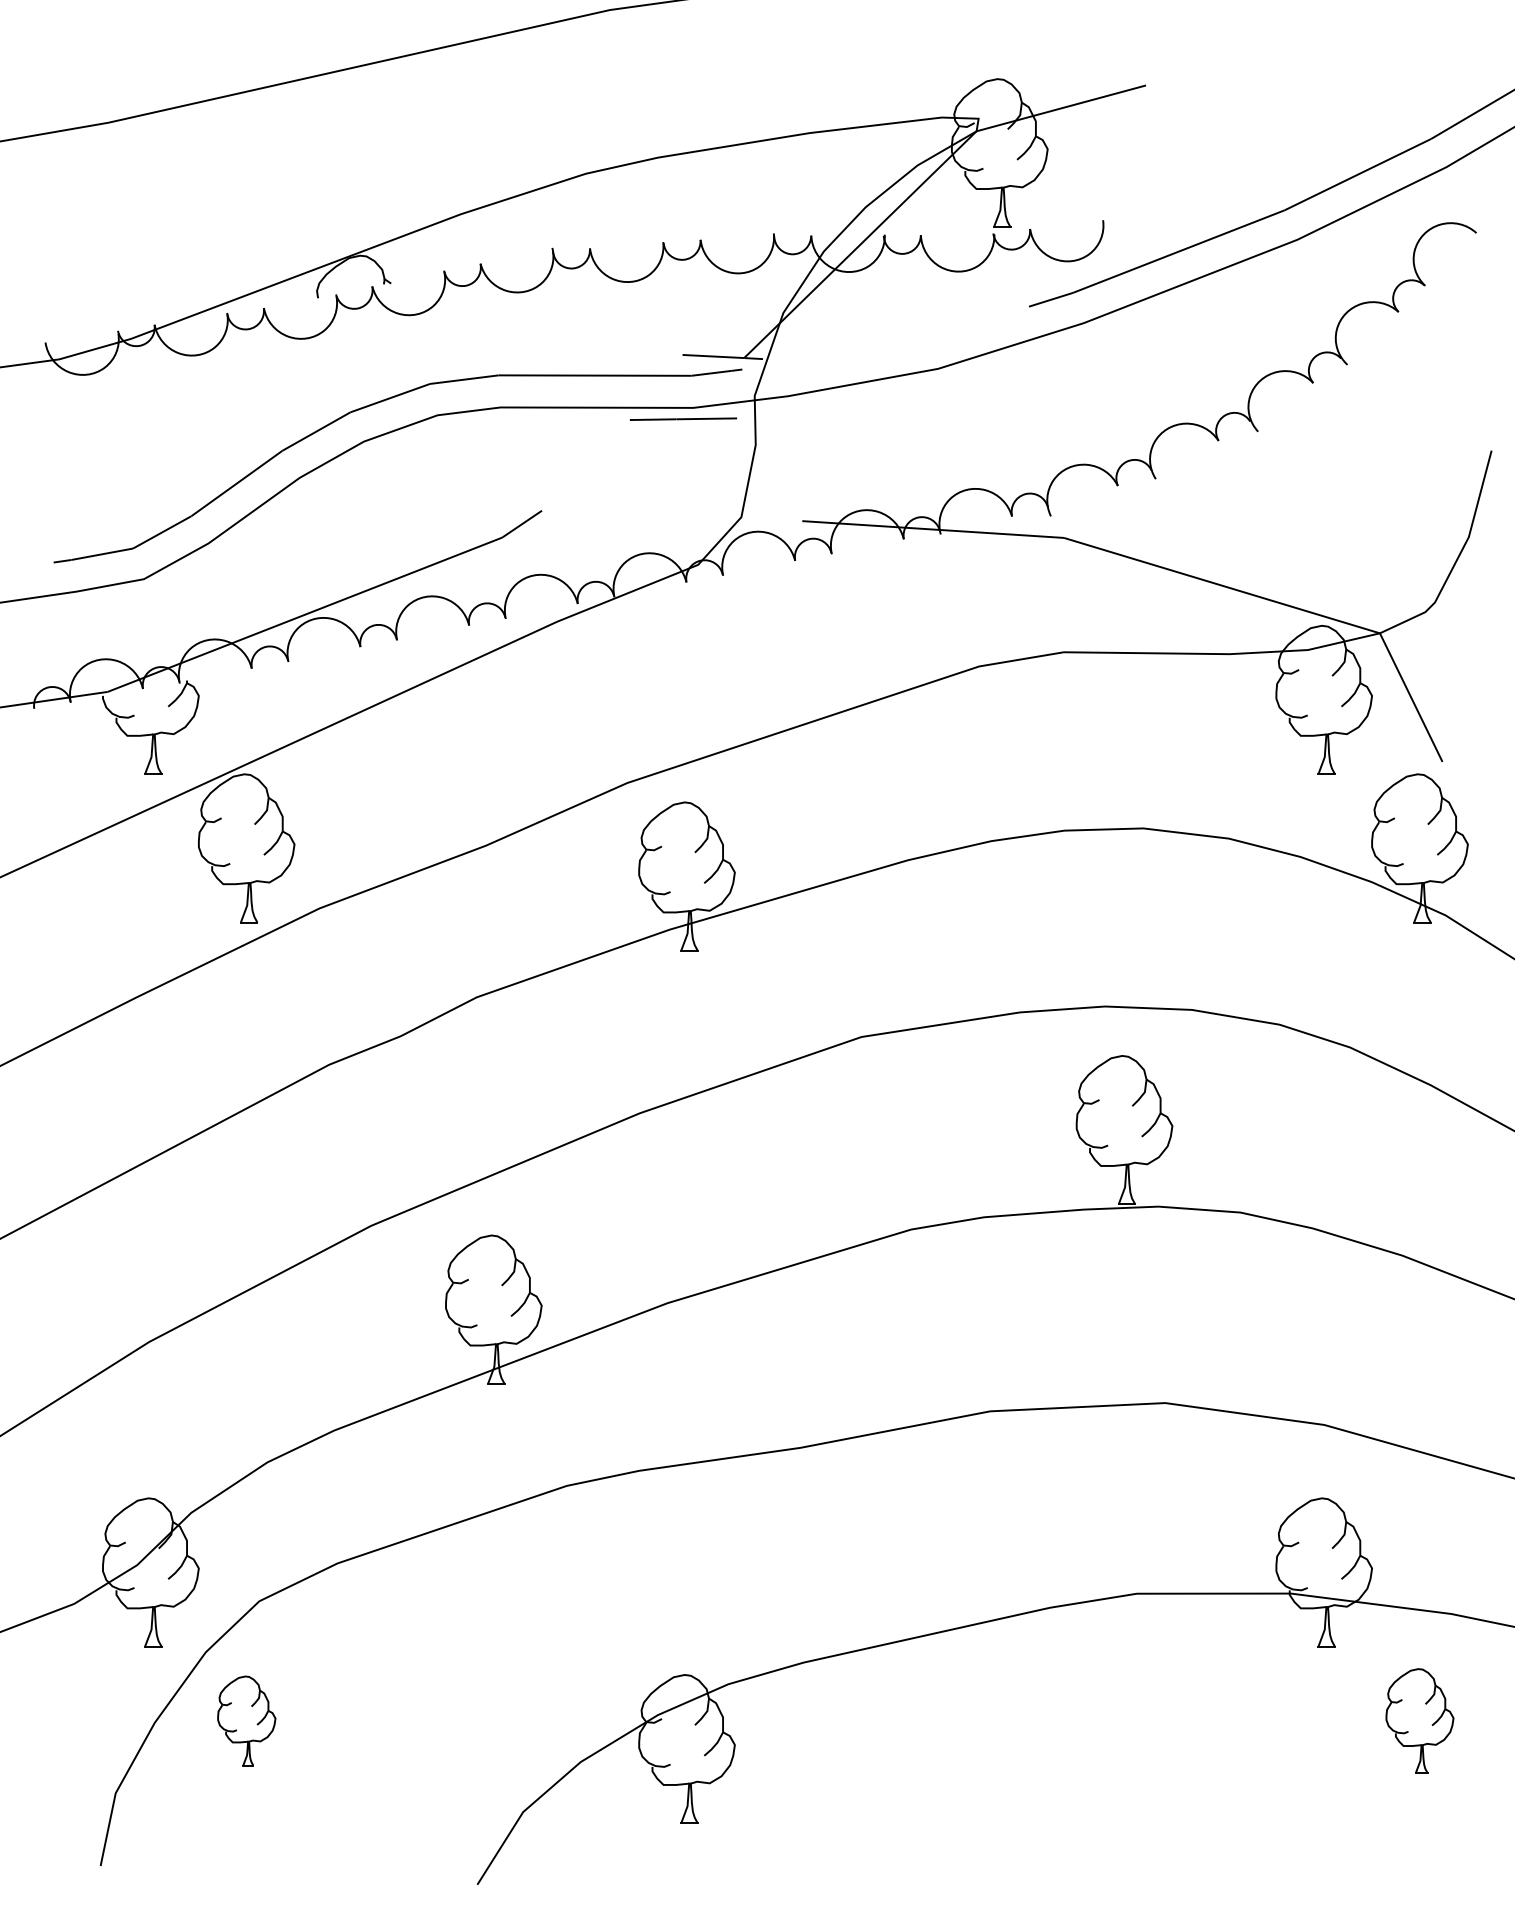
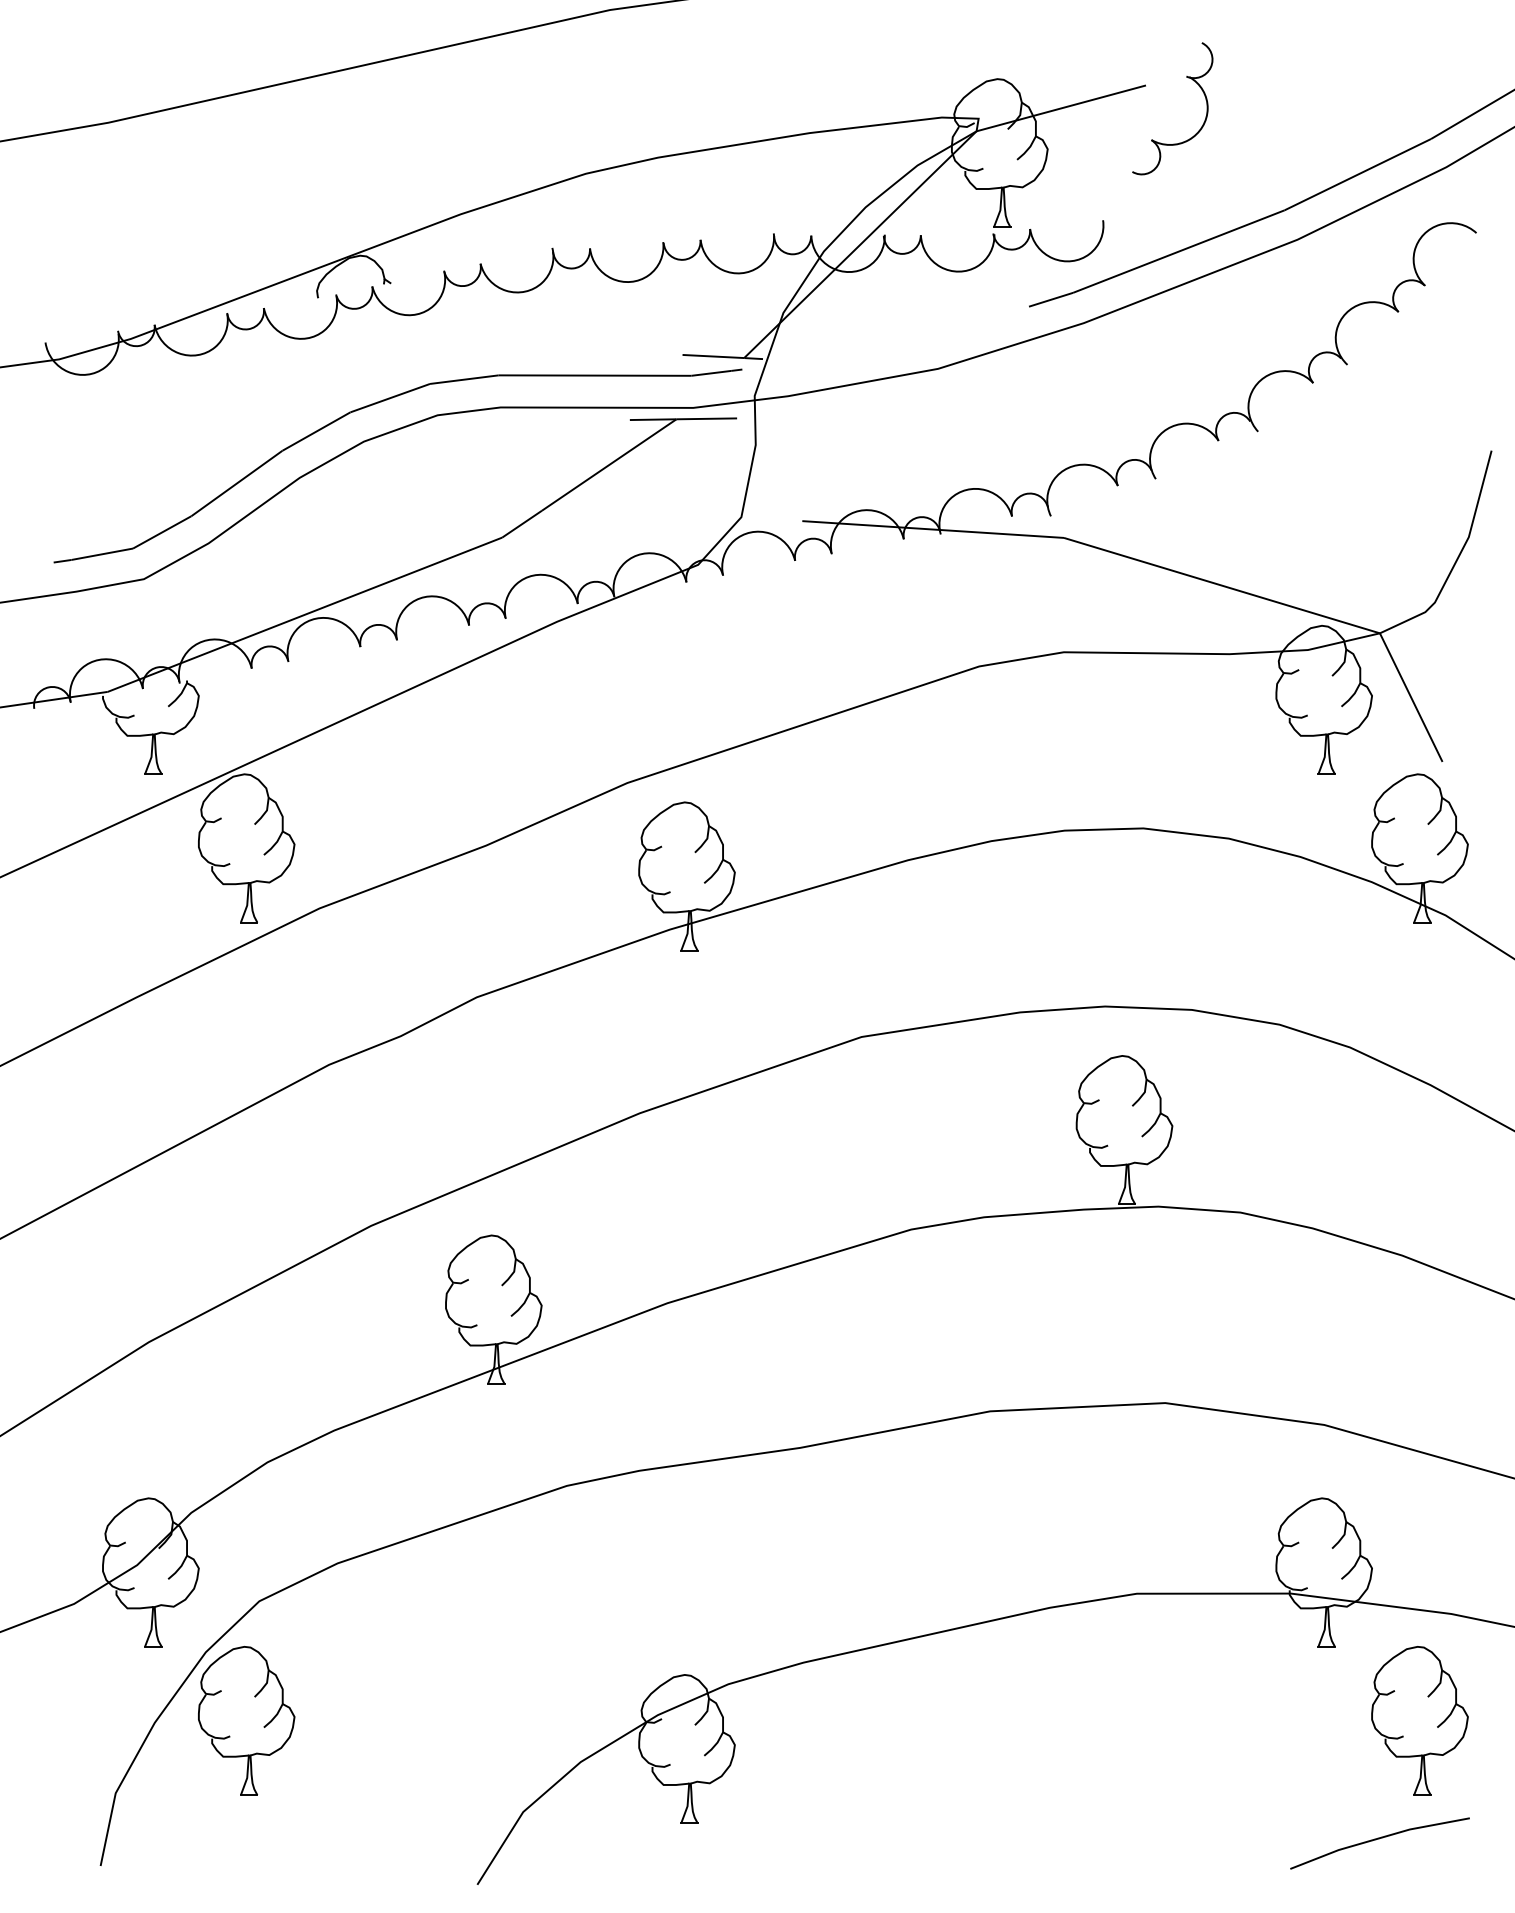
part at (1204, 119): none -> present
line at (609, 464): none -> present
part at (246, 1720) size: 60x92 px -> 98x150 px
part at (1419, 1720) size: 70x106 px -> 98x150 px
line at (1379, 1839): none -> present
